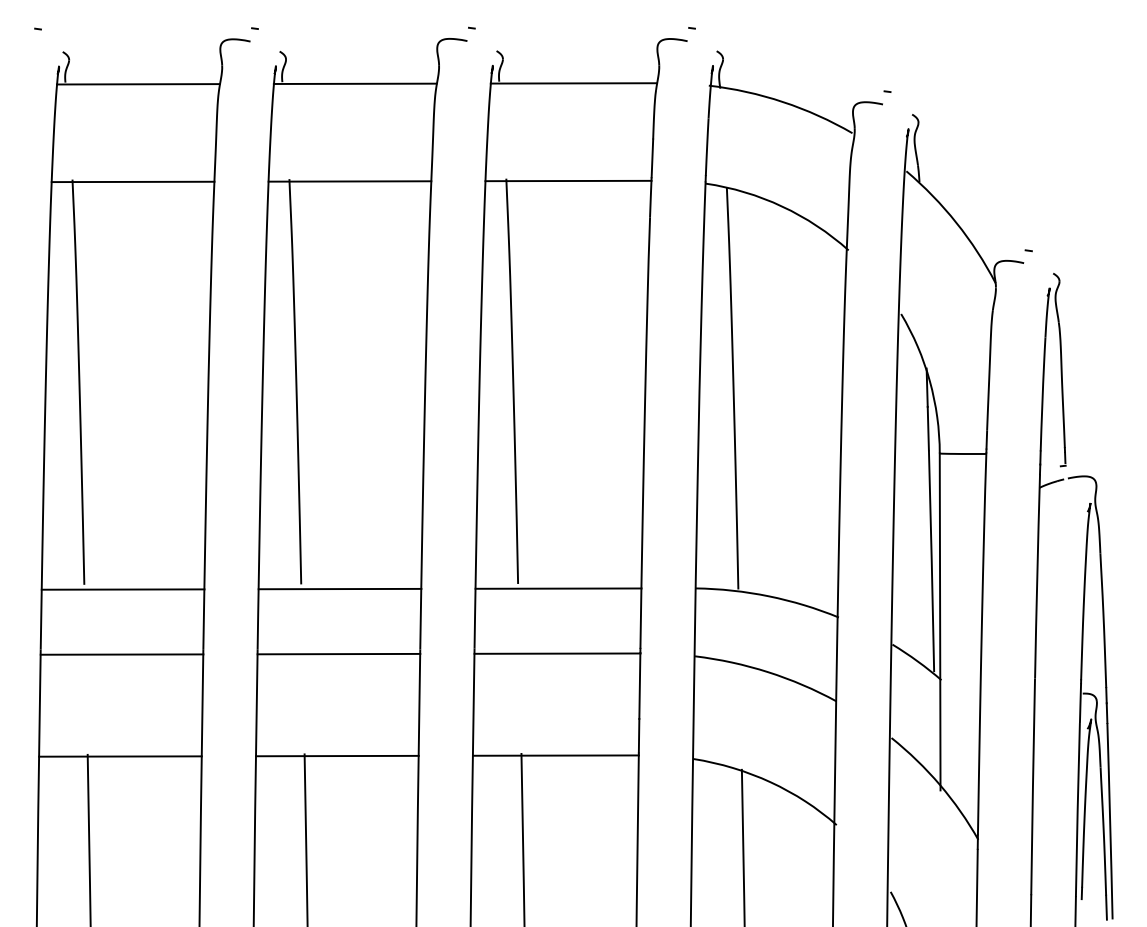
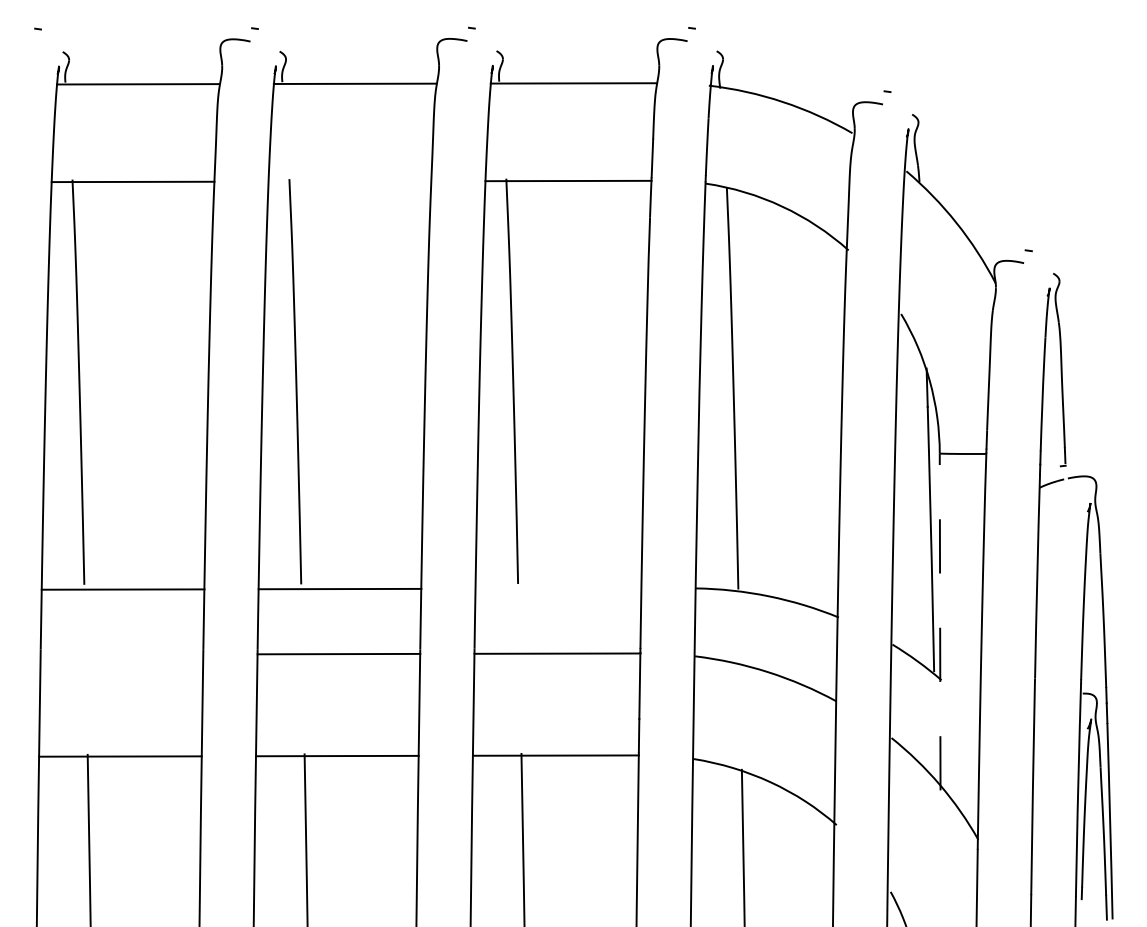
line at (349, 181): present -> none
line at (558, 588): present -> none
line at (940, 621): solid -> dashed
line at (121, 654): present -> none
